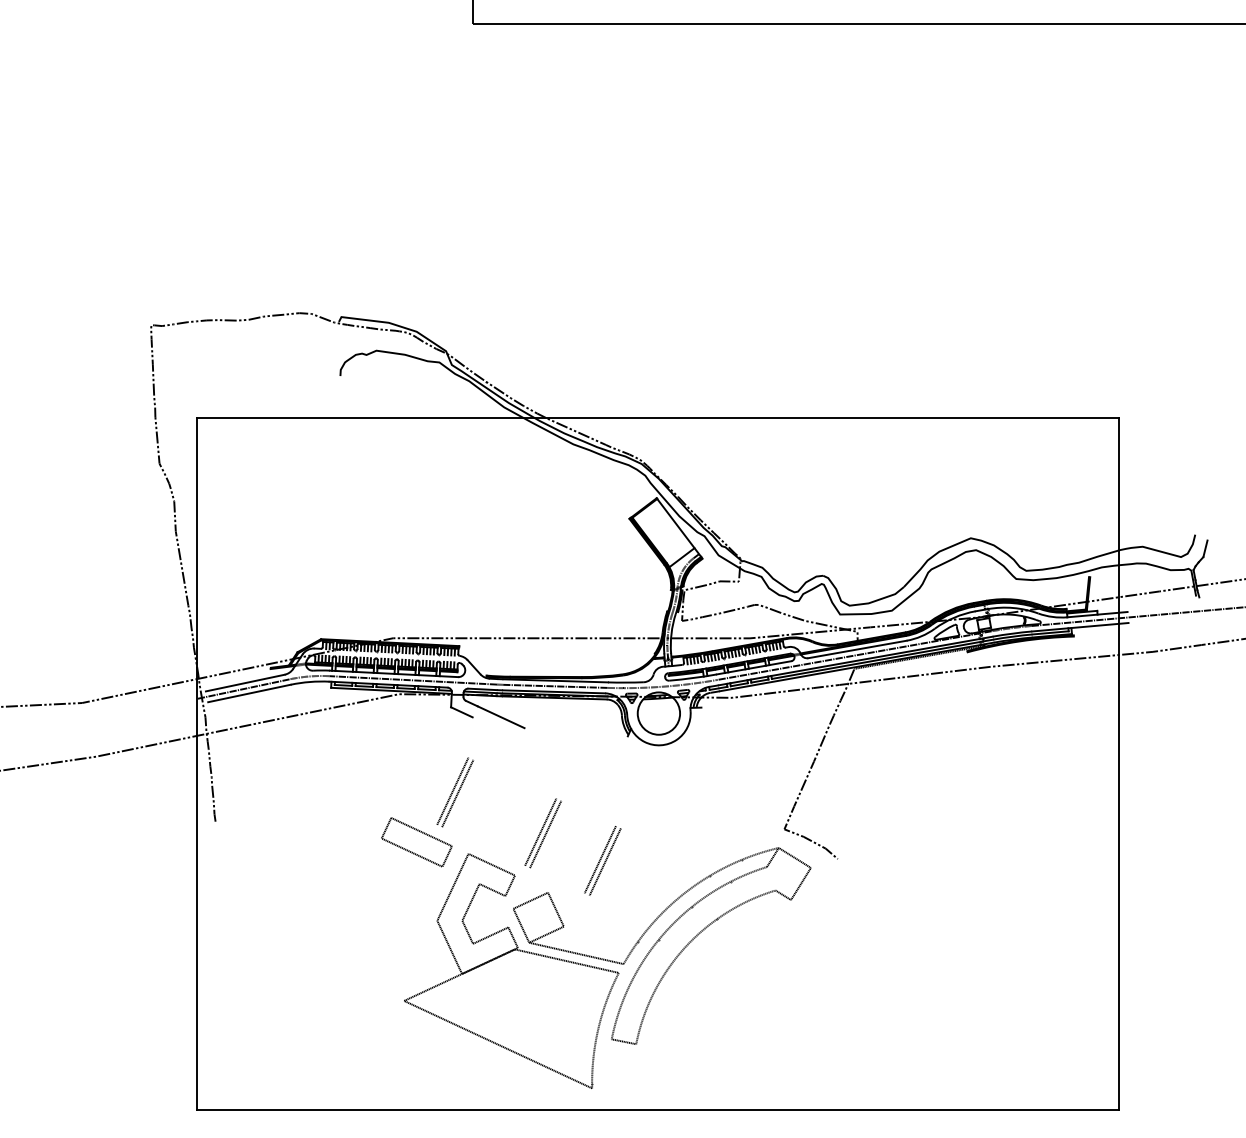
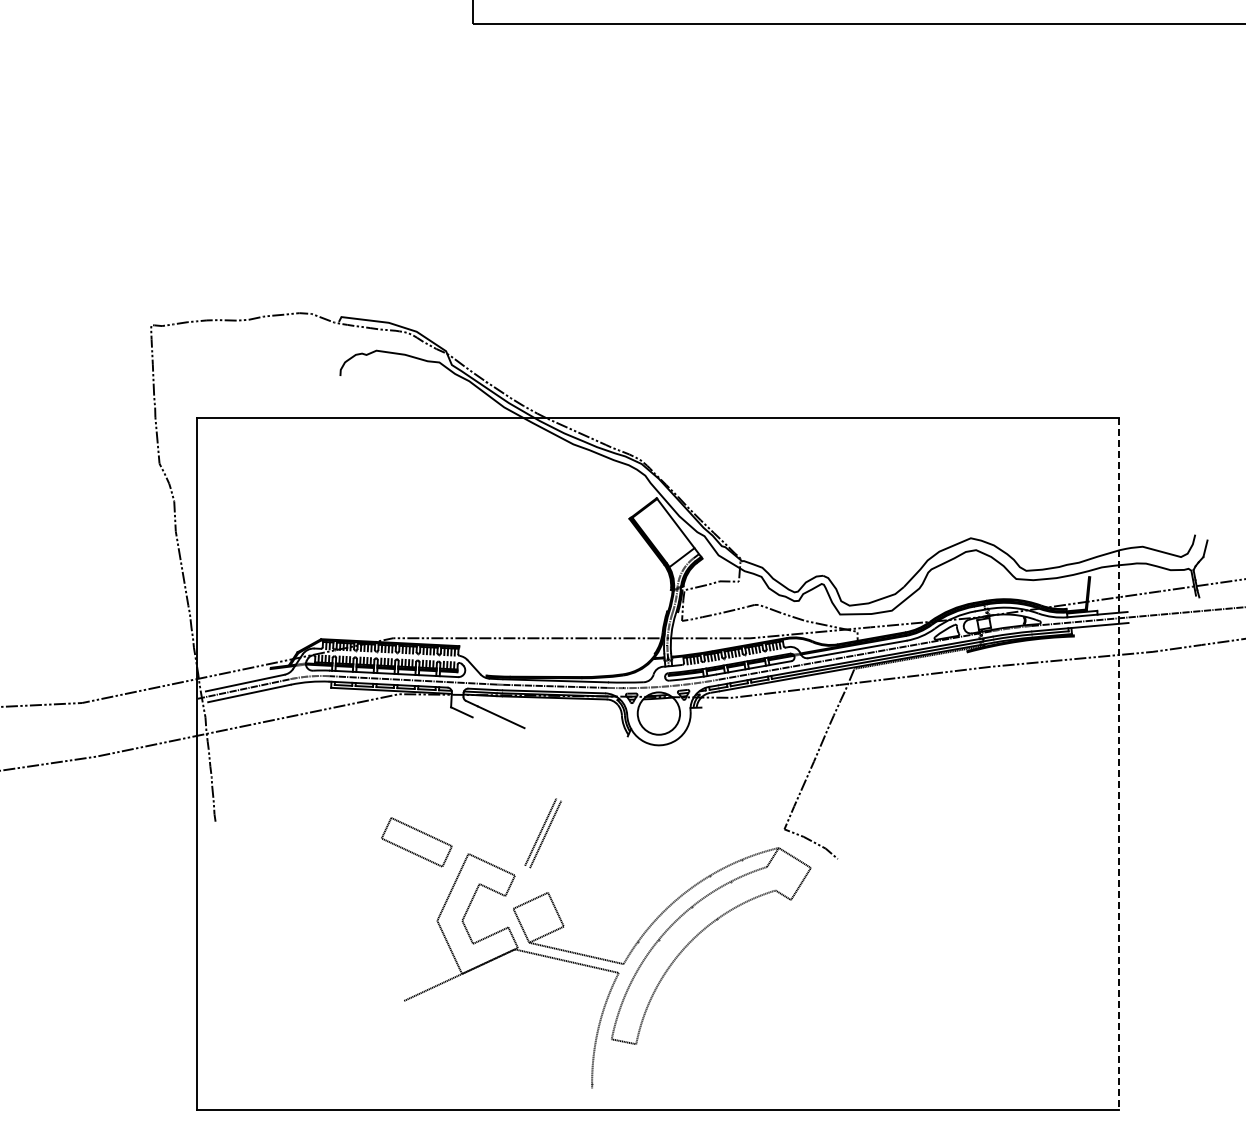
line at (1119, 763): solid -> dashed
part at (455, 792): present -> none
part at (602, 860): present -> none
line at (498, 1044): present -> none
